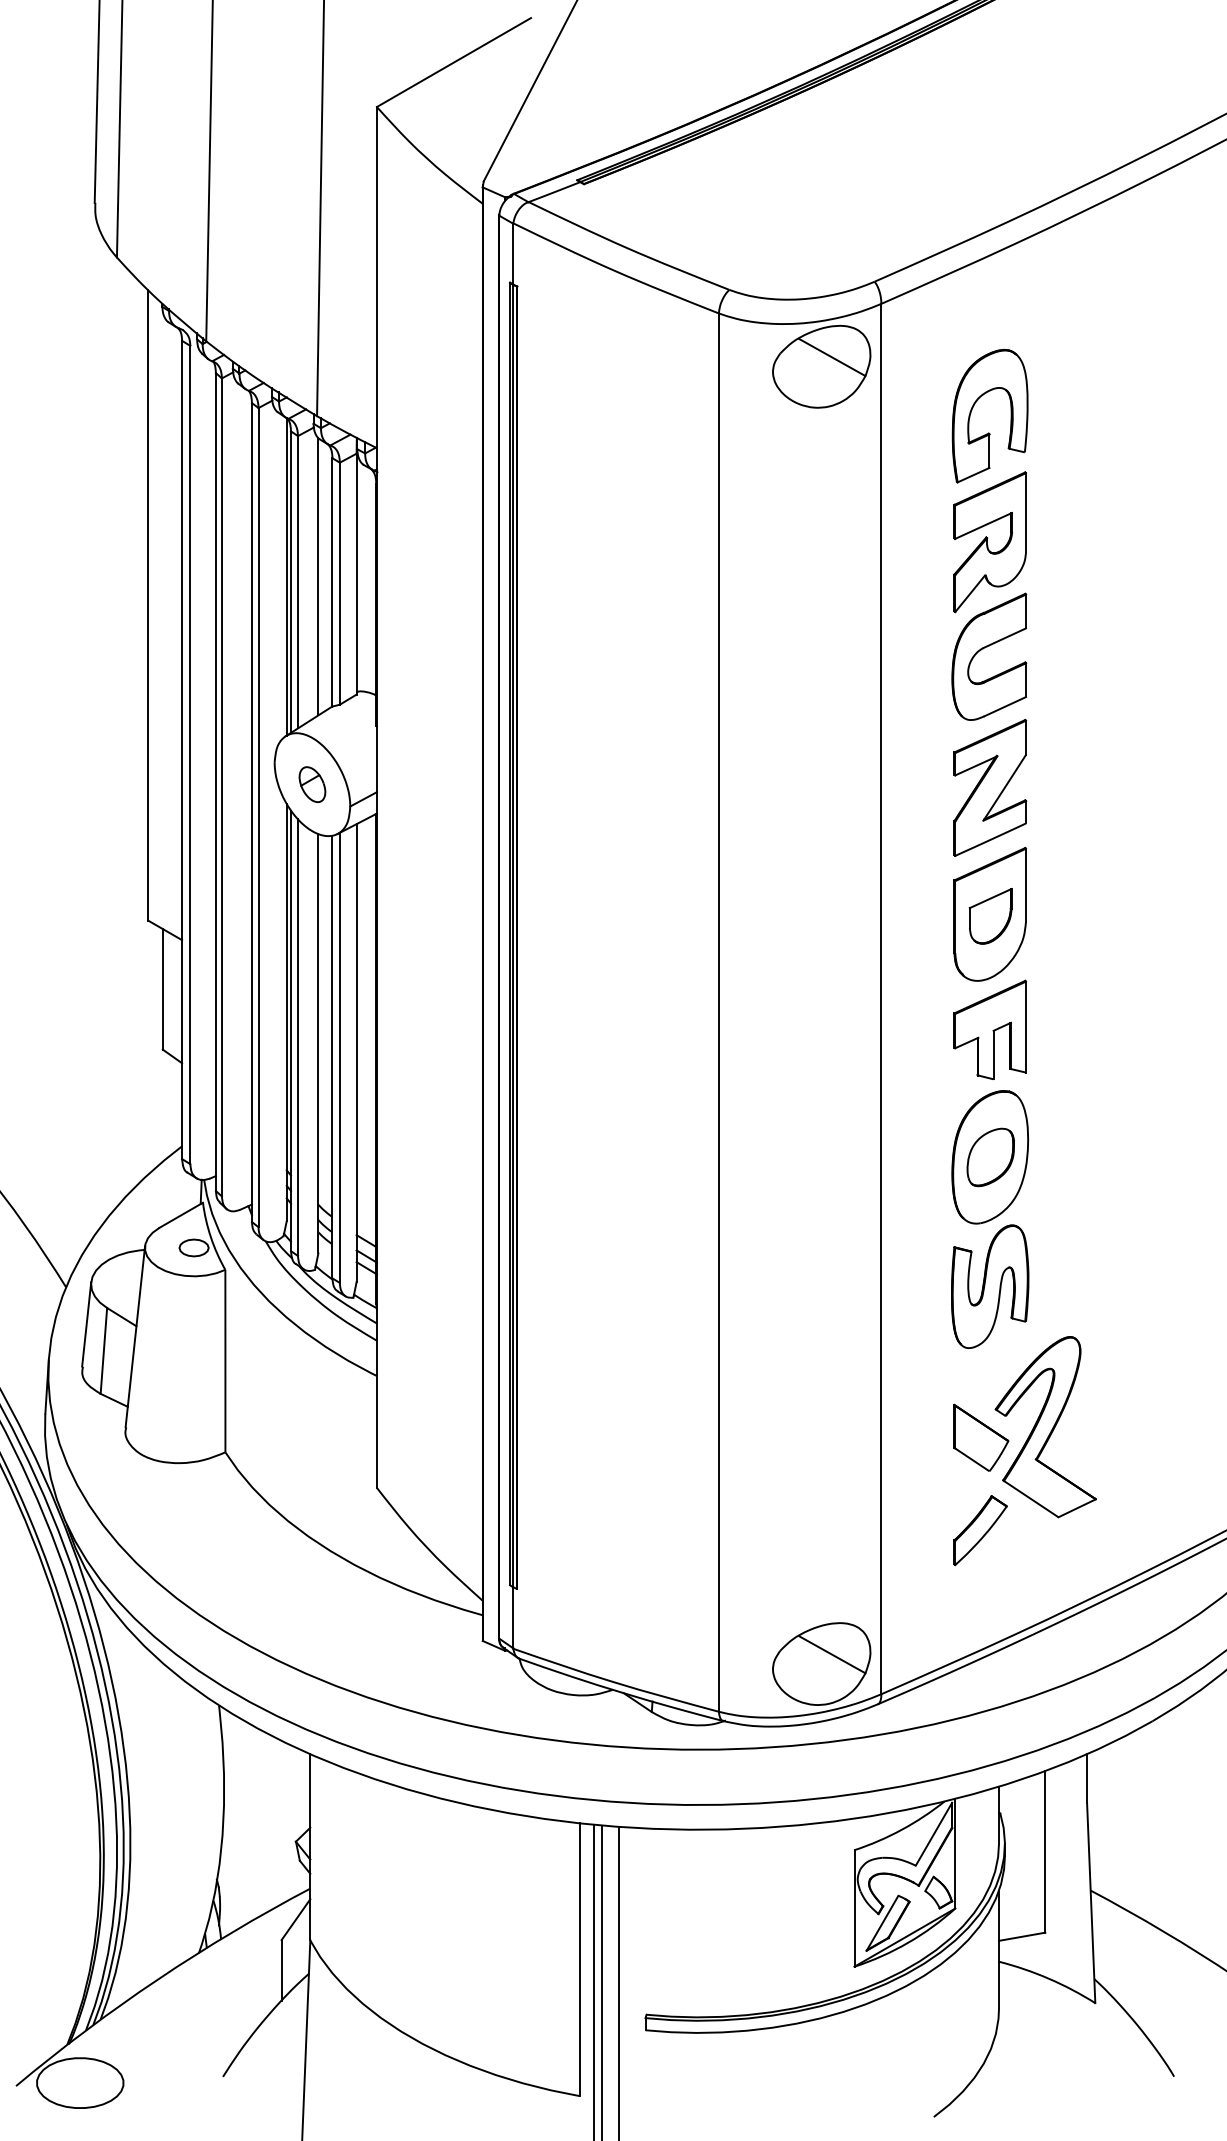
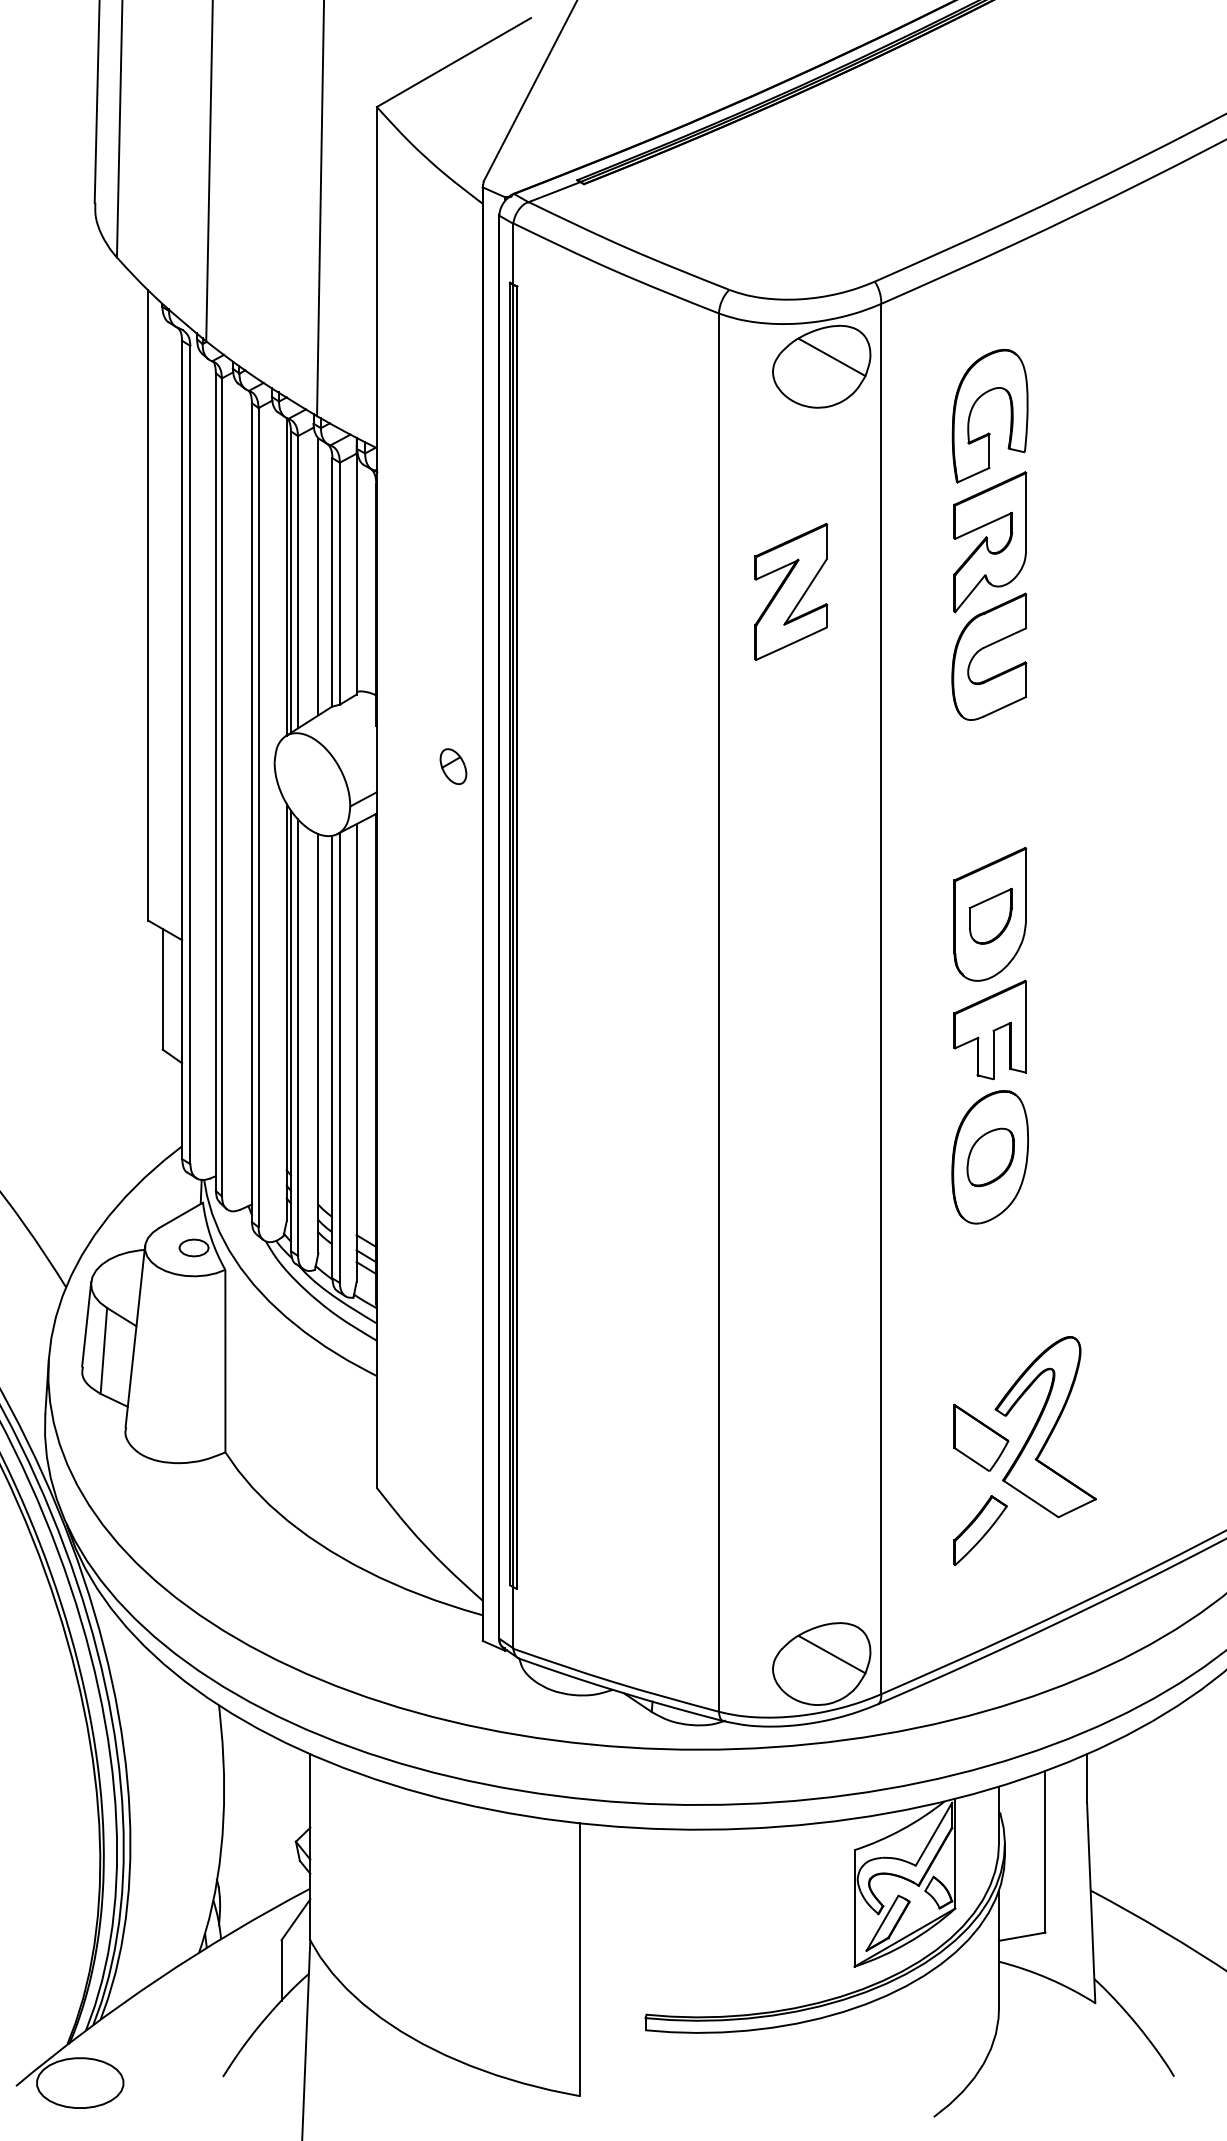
part at (312, 784) position: (312, 784) -> (453, 766)
part at (990, 787) position: (990, 787) -> (791, 591)
part at (990, 1286): present -> none
line at (593, 1980): present -> none
line at (602, 1981): present -> none
line at (619, 1981): present -> none
